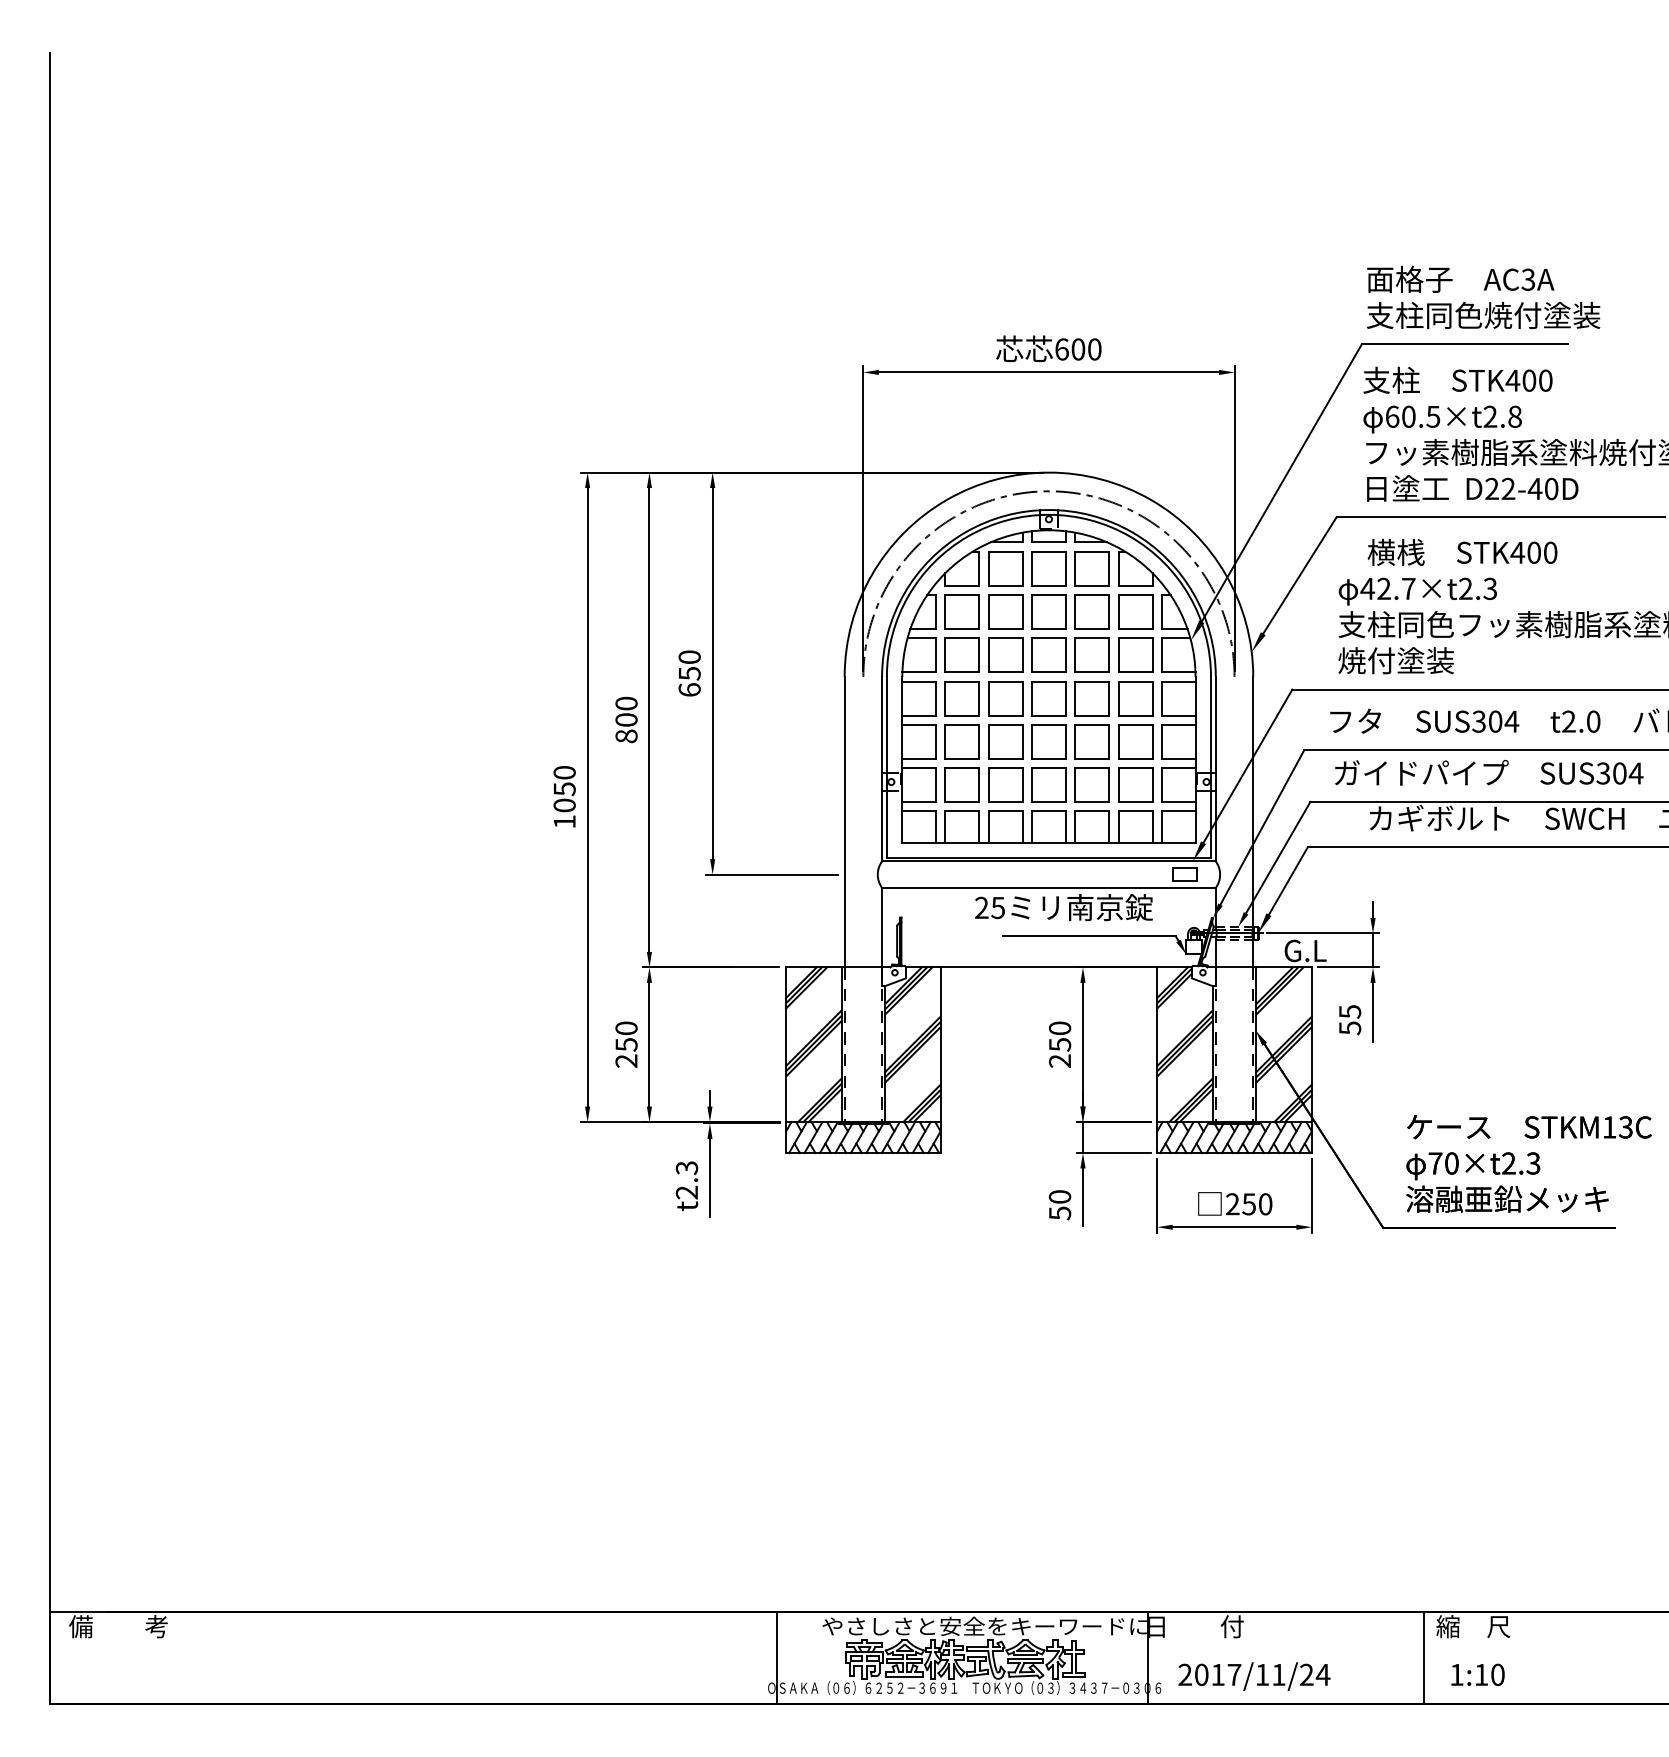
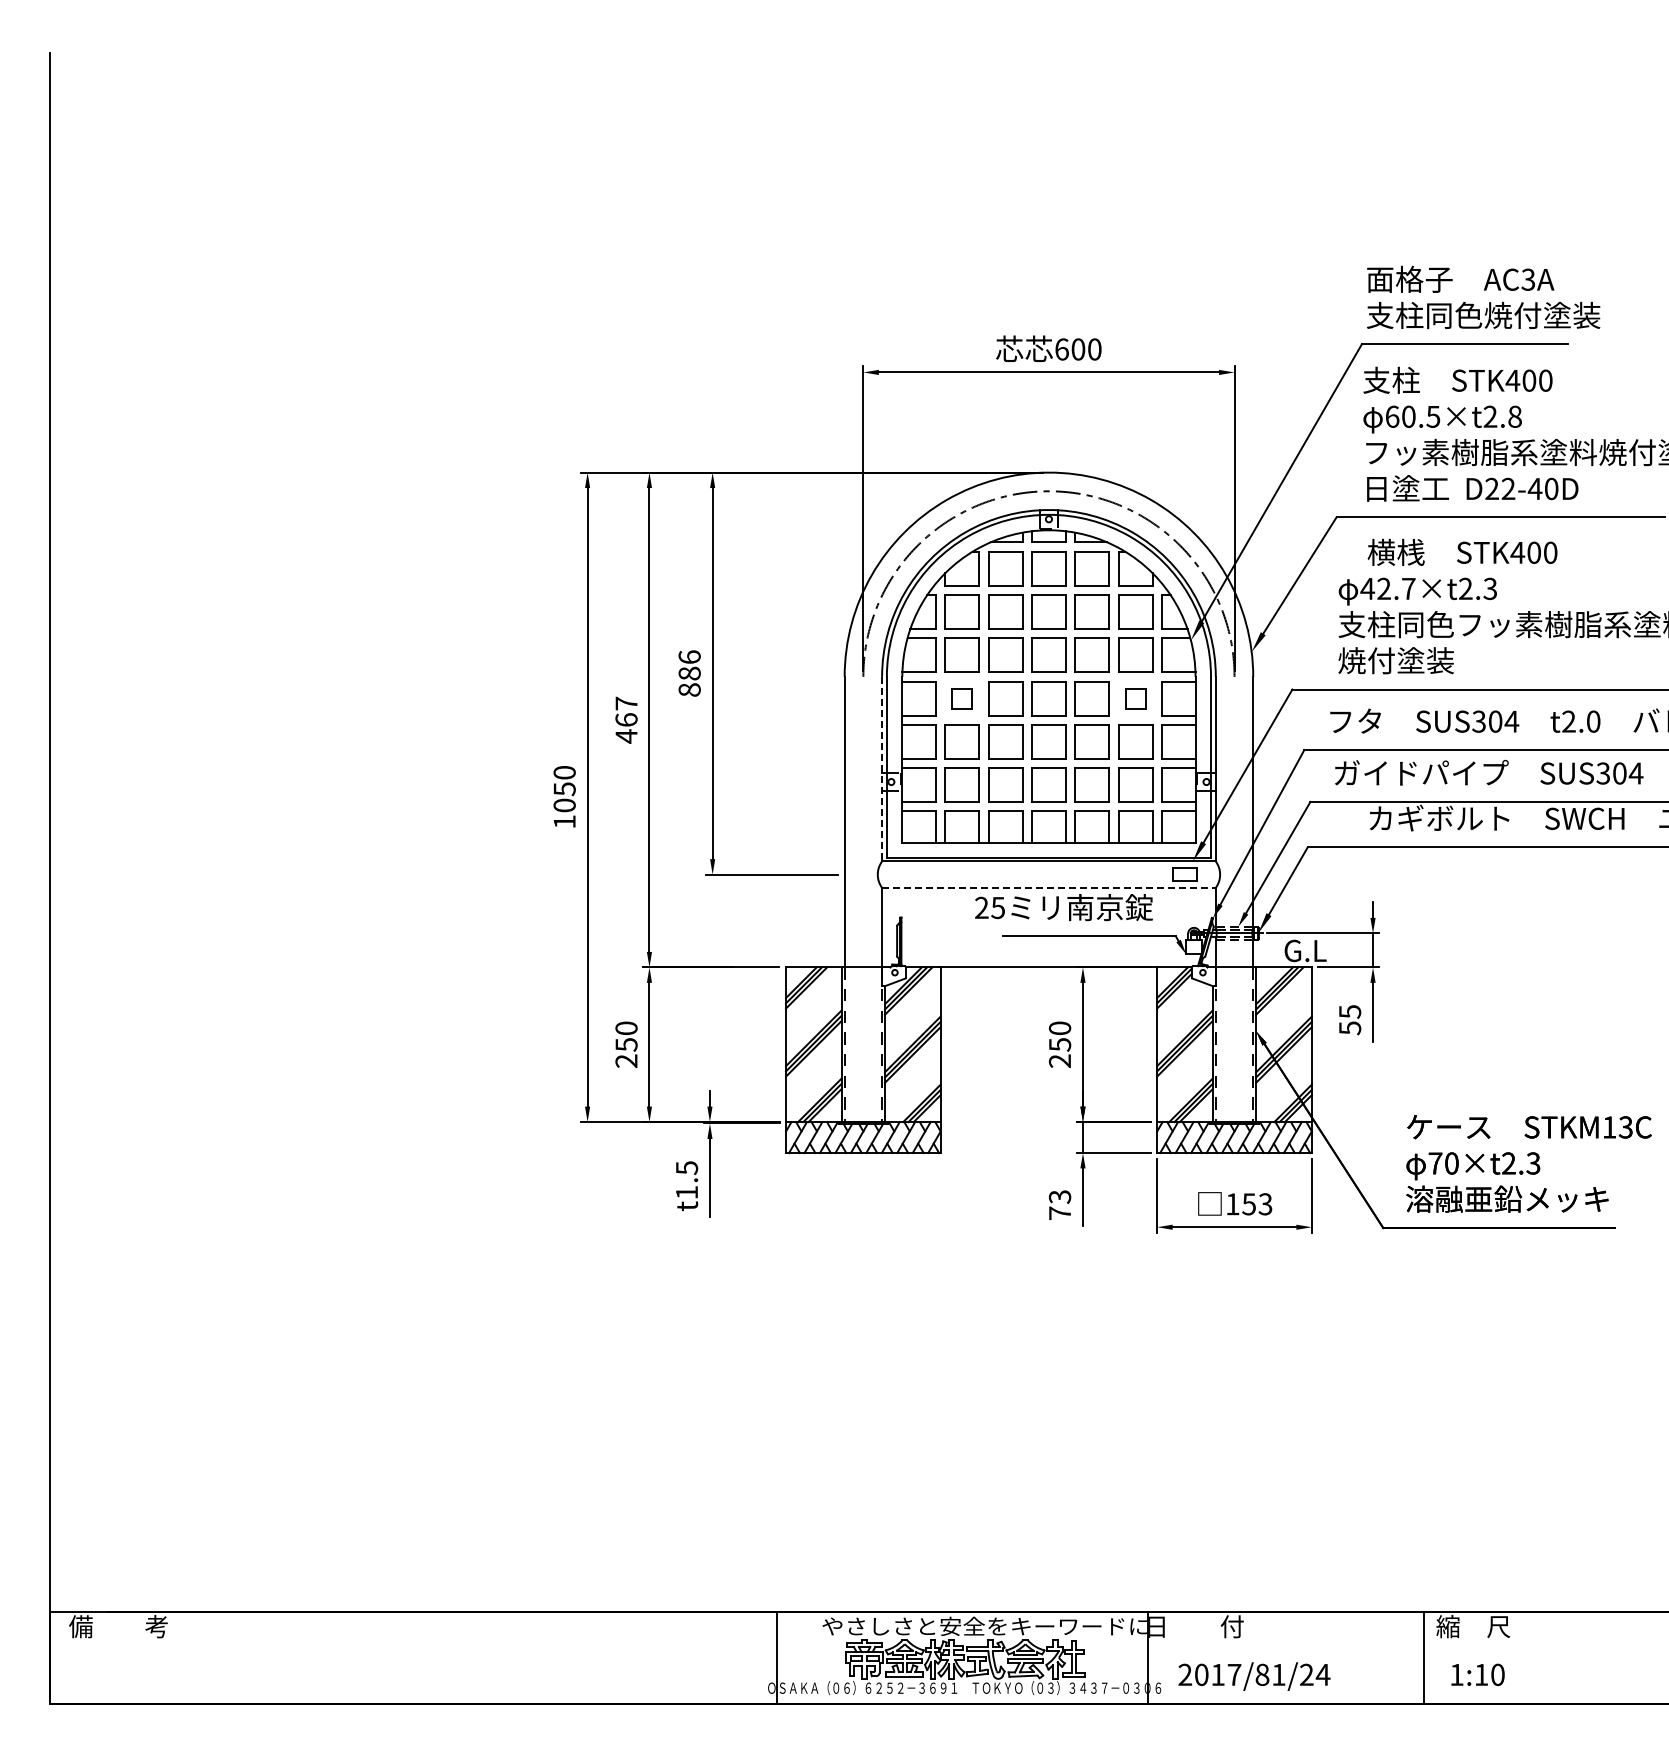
text at (689, 673): 650 -> 886
part at (961, 698) size: 36x36 px -> 22x22 px
part at (1135, 698) size: 36x36 px -> 22x22 px
text at (626, 719): 800 -> 467
line at (882, 769): solid -> dashed
line at (1048, 887): solid -> dashed
text at (686, 1180): t2.3 -> t1.5
text at (1249, 1204): 250 -> 153
text at (1060, 1205): 50 -> 73
text at (1262, 1674): 2017/11/24 -> 2017/81/24
